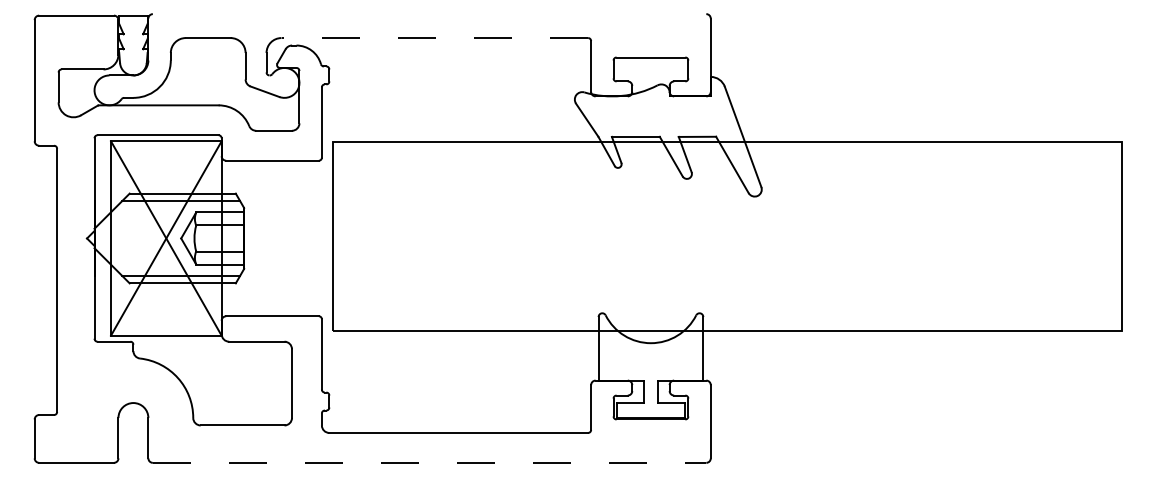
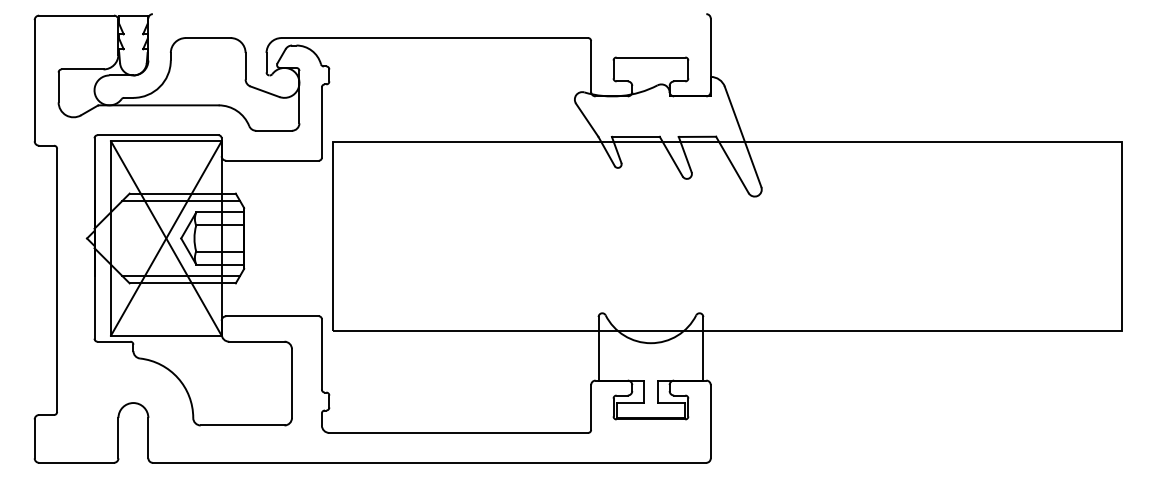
line at (434, 38): dashed -> solid
line at (429, 462): dashed -> solid
